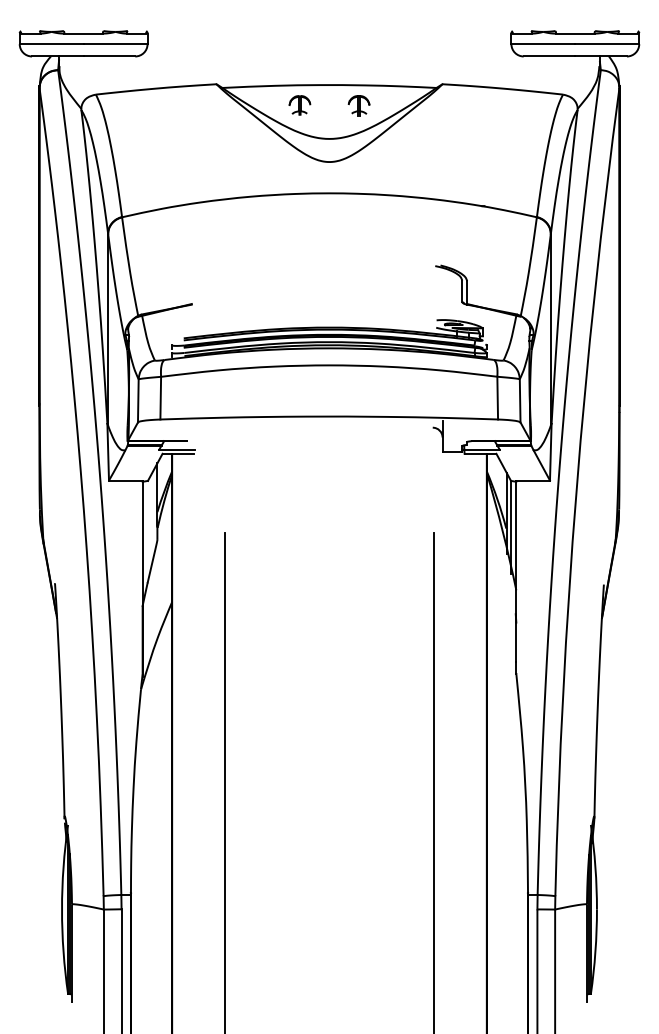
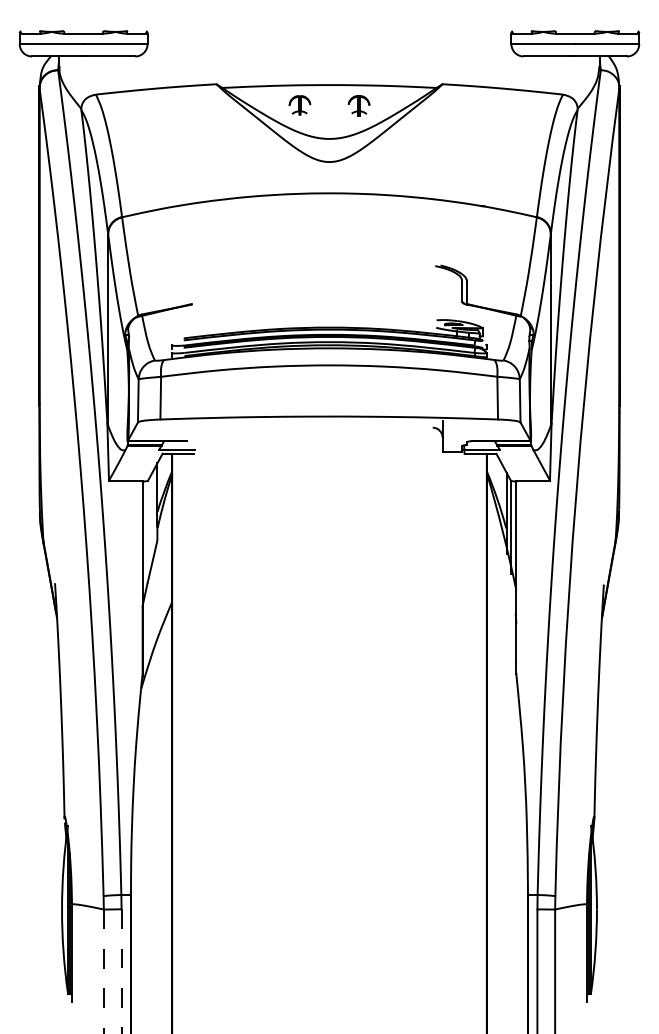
line at (224, 781): present -> none
line at (434, 781): present -> none
line at (103, 971): solid -> dashed
line at (121, 972): solid -> dashed
